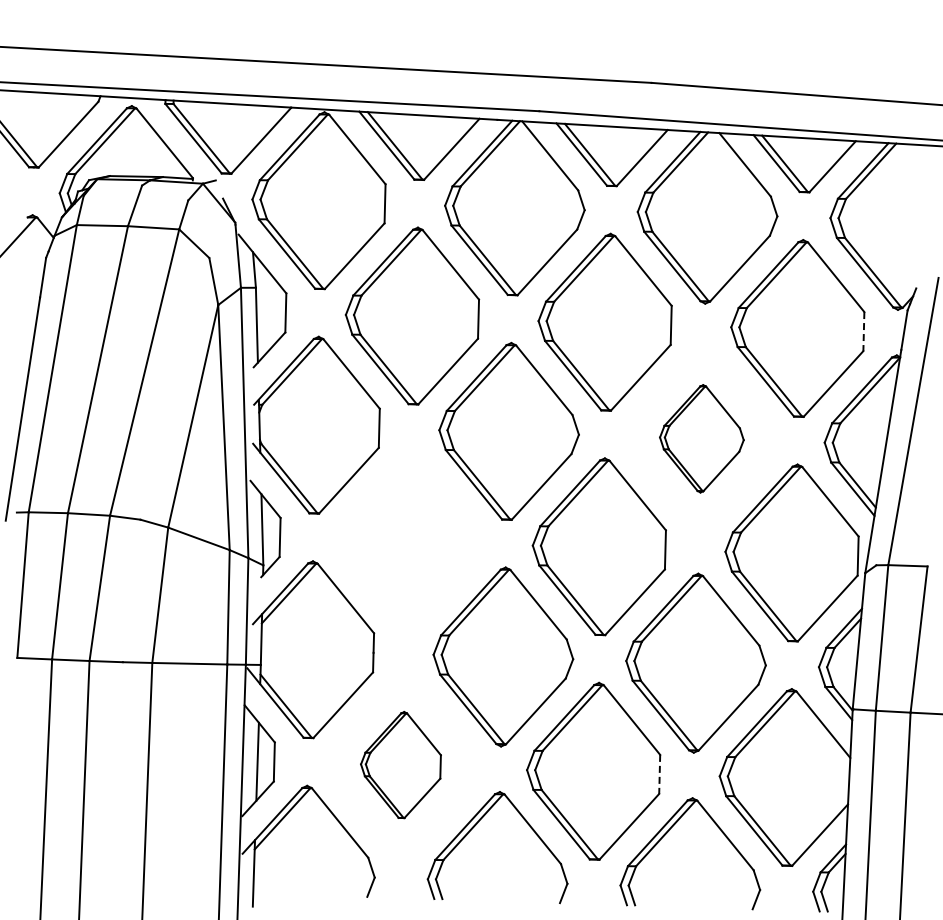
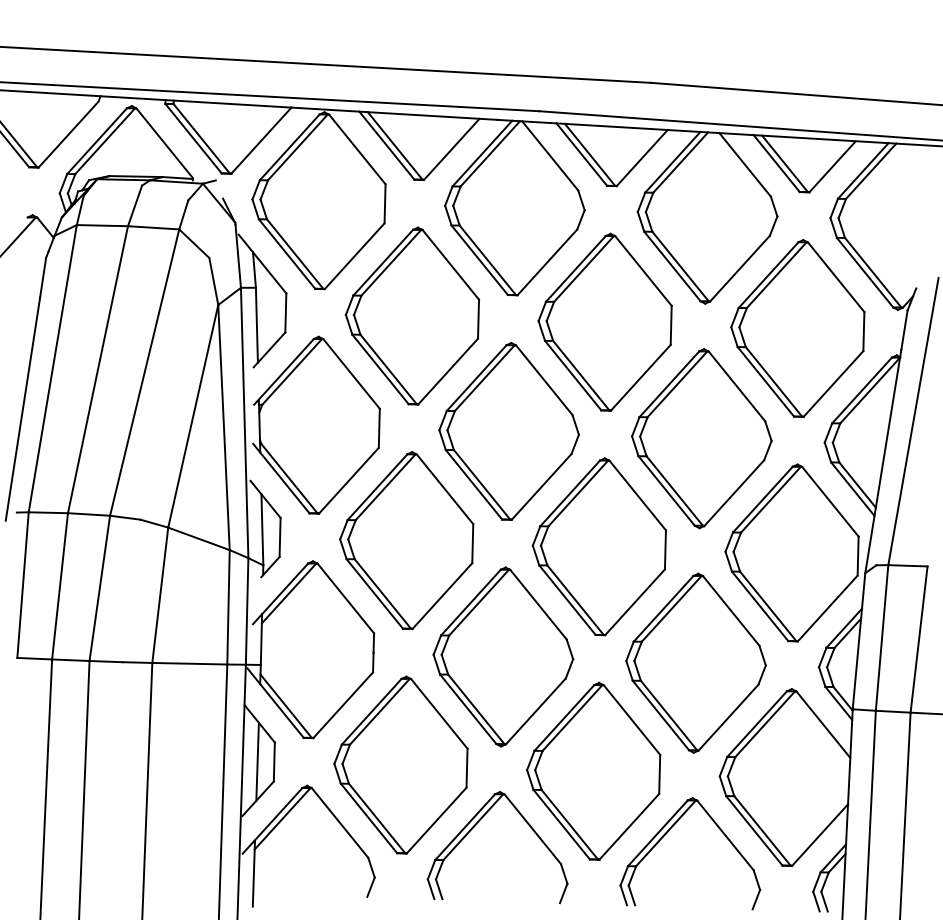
line at (863, 331): dashed -> solid
part at (701, 438) size: 86x110 px -> 142x182 px
part at (406, 540): none -> present
part at (400, 765) size: 82x109 px -> 136x180 px
line at (659, 774): dashed -> solid
